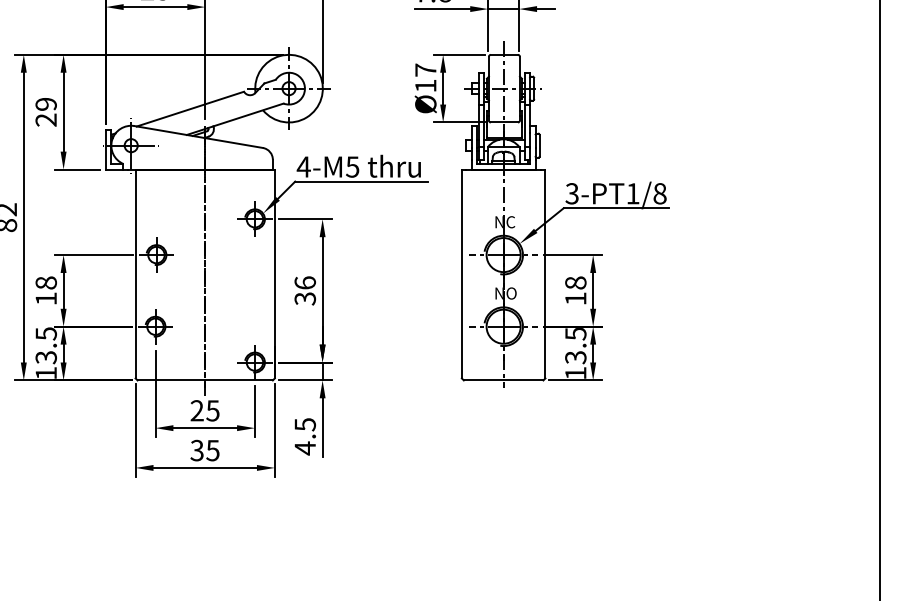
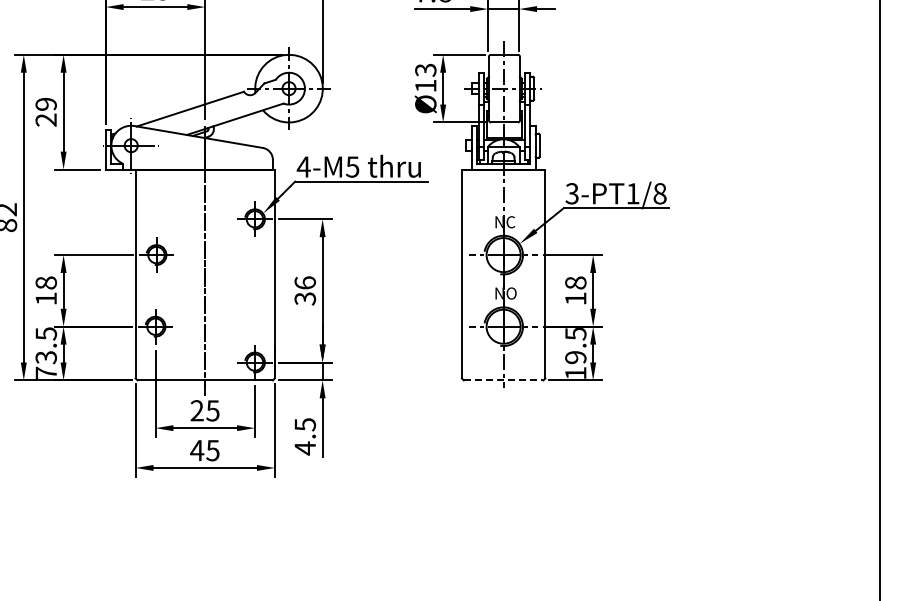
text at (425, 69): Ø17 -> Ø13
text at (575, 357): 13.5 -> 19.5
text at (45, 372): 13.5 -> 73.5
line at (503, 380): solid -> dashed
text at (197, 450): 35 -> 45
